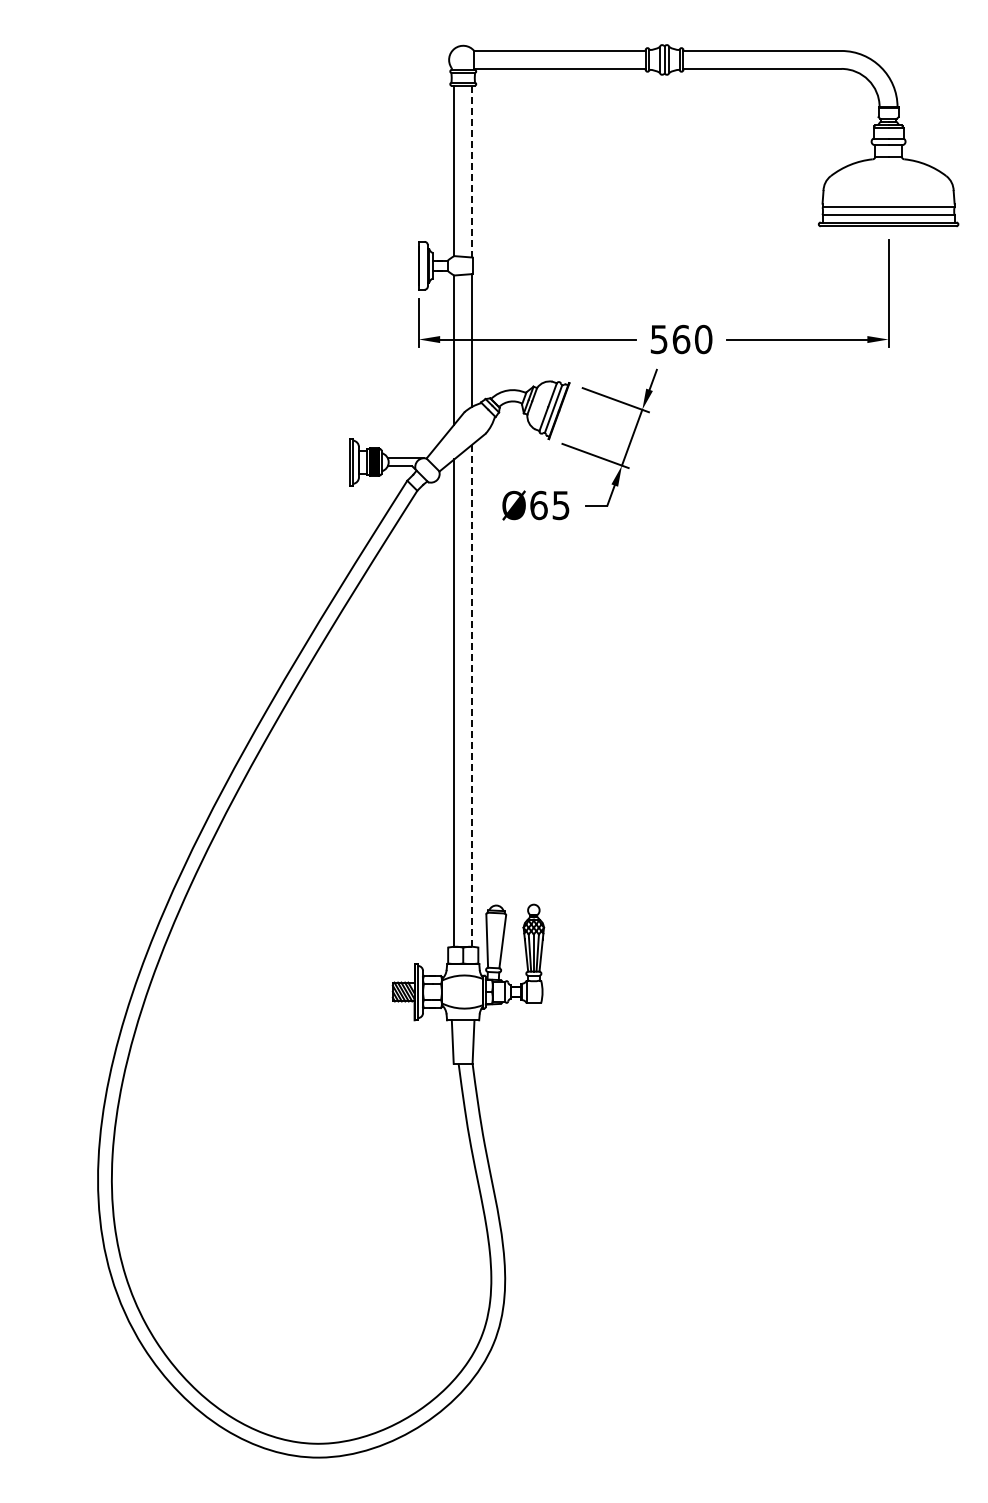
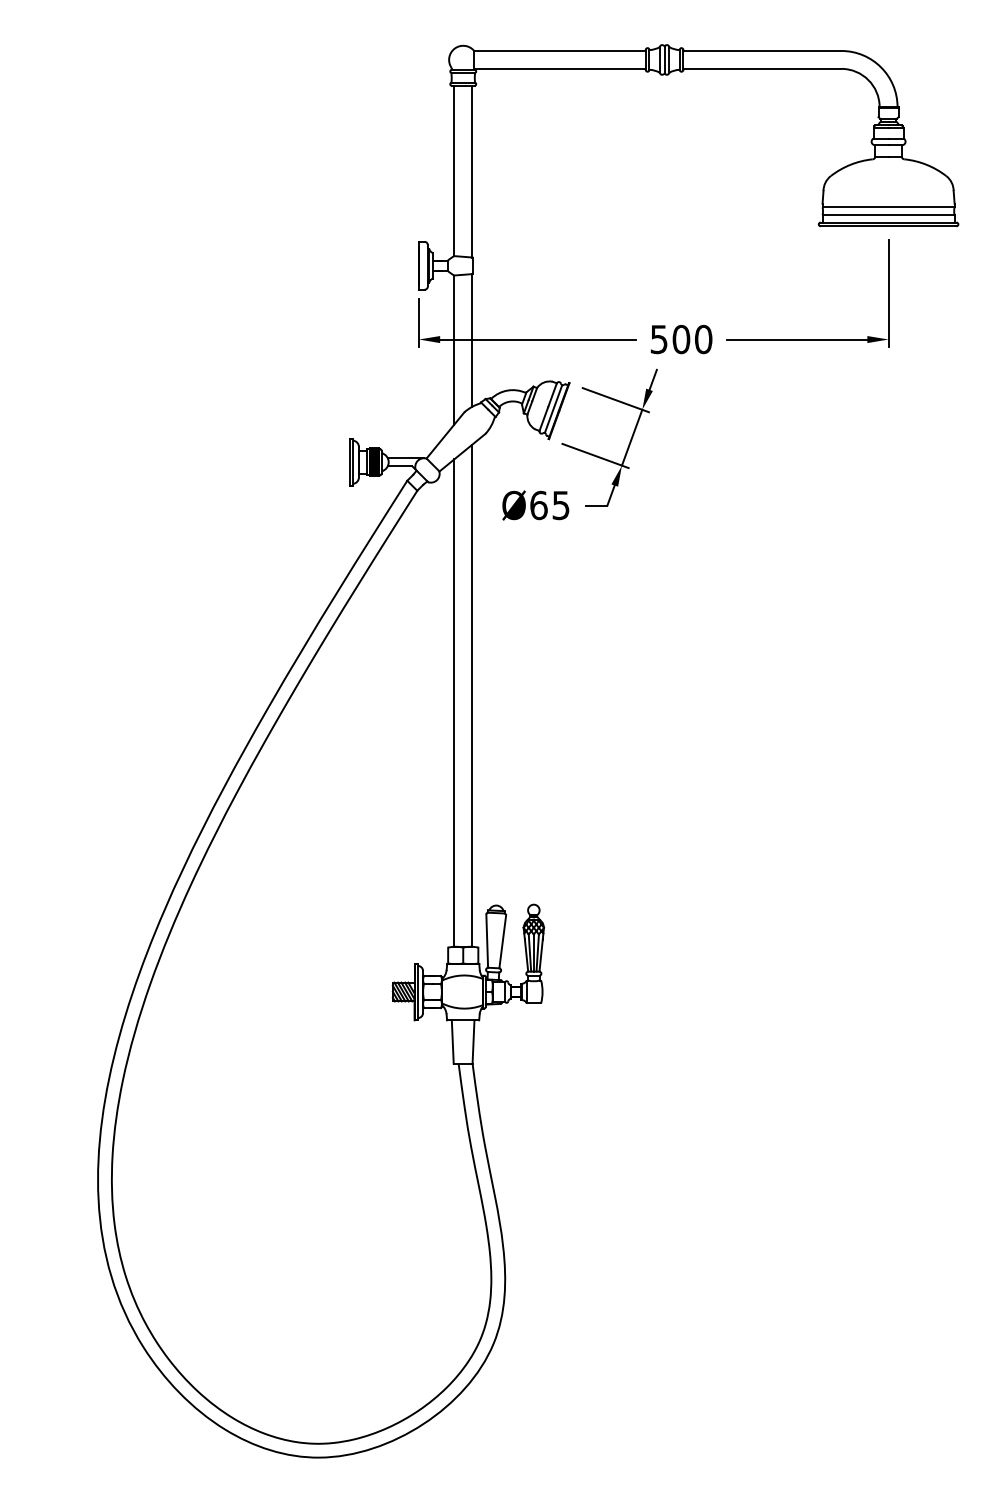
line at (472, 171): dashed -> solid
text at (681, 338): 560 -> 500
line at (472, 695): dashed -> solid
